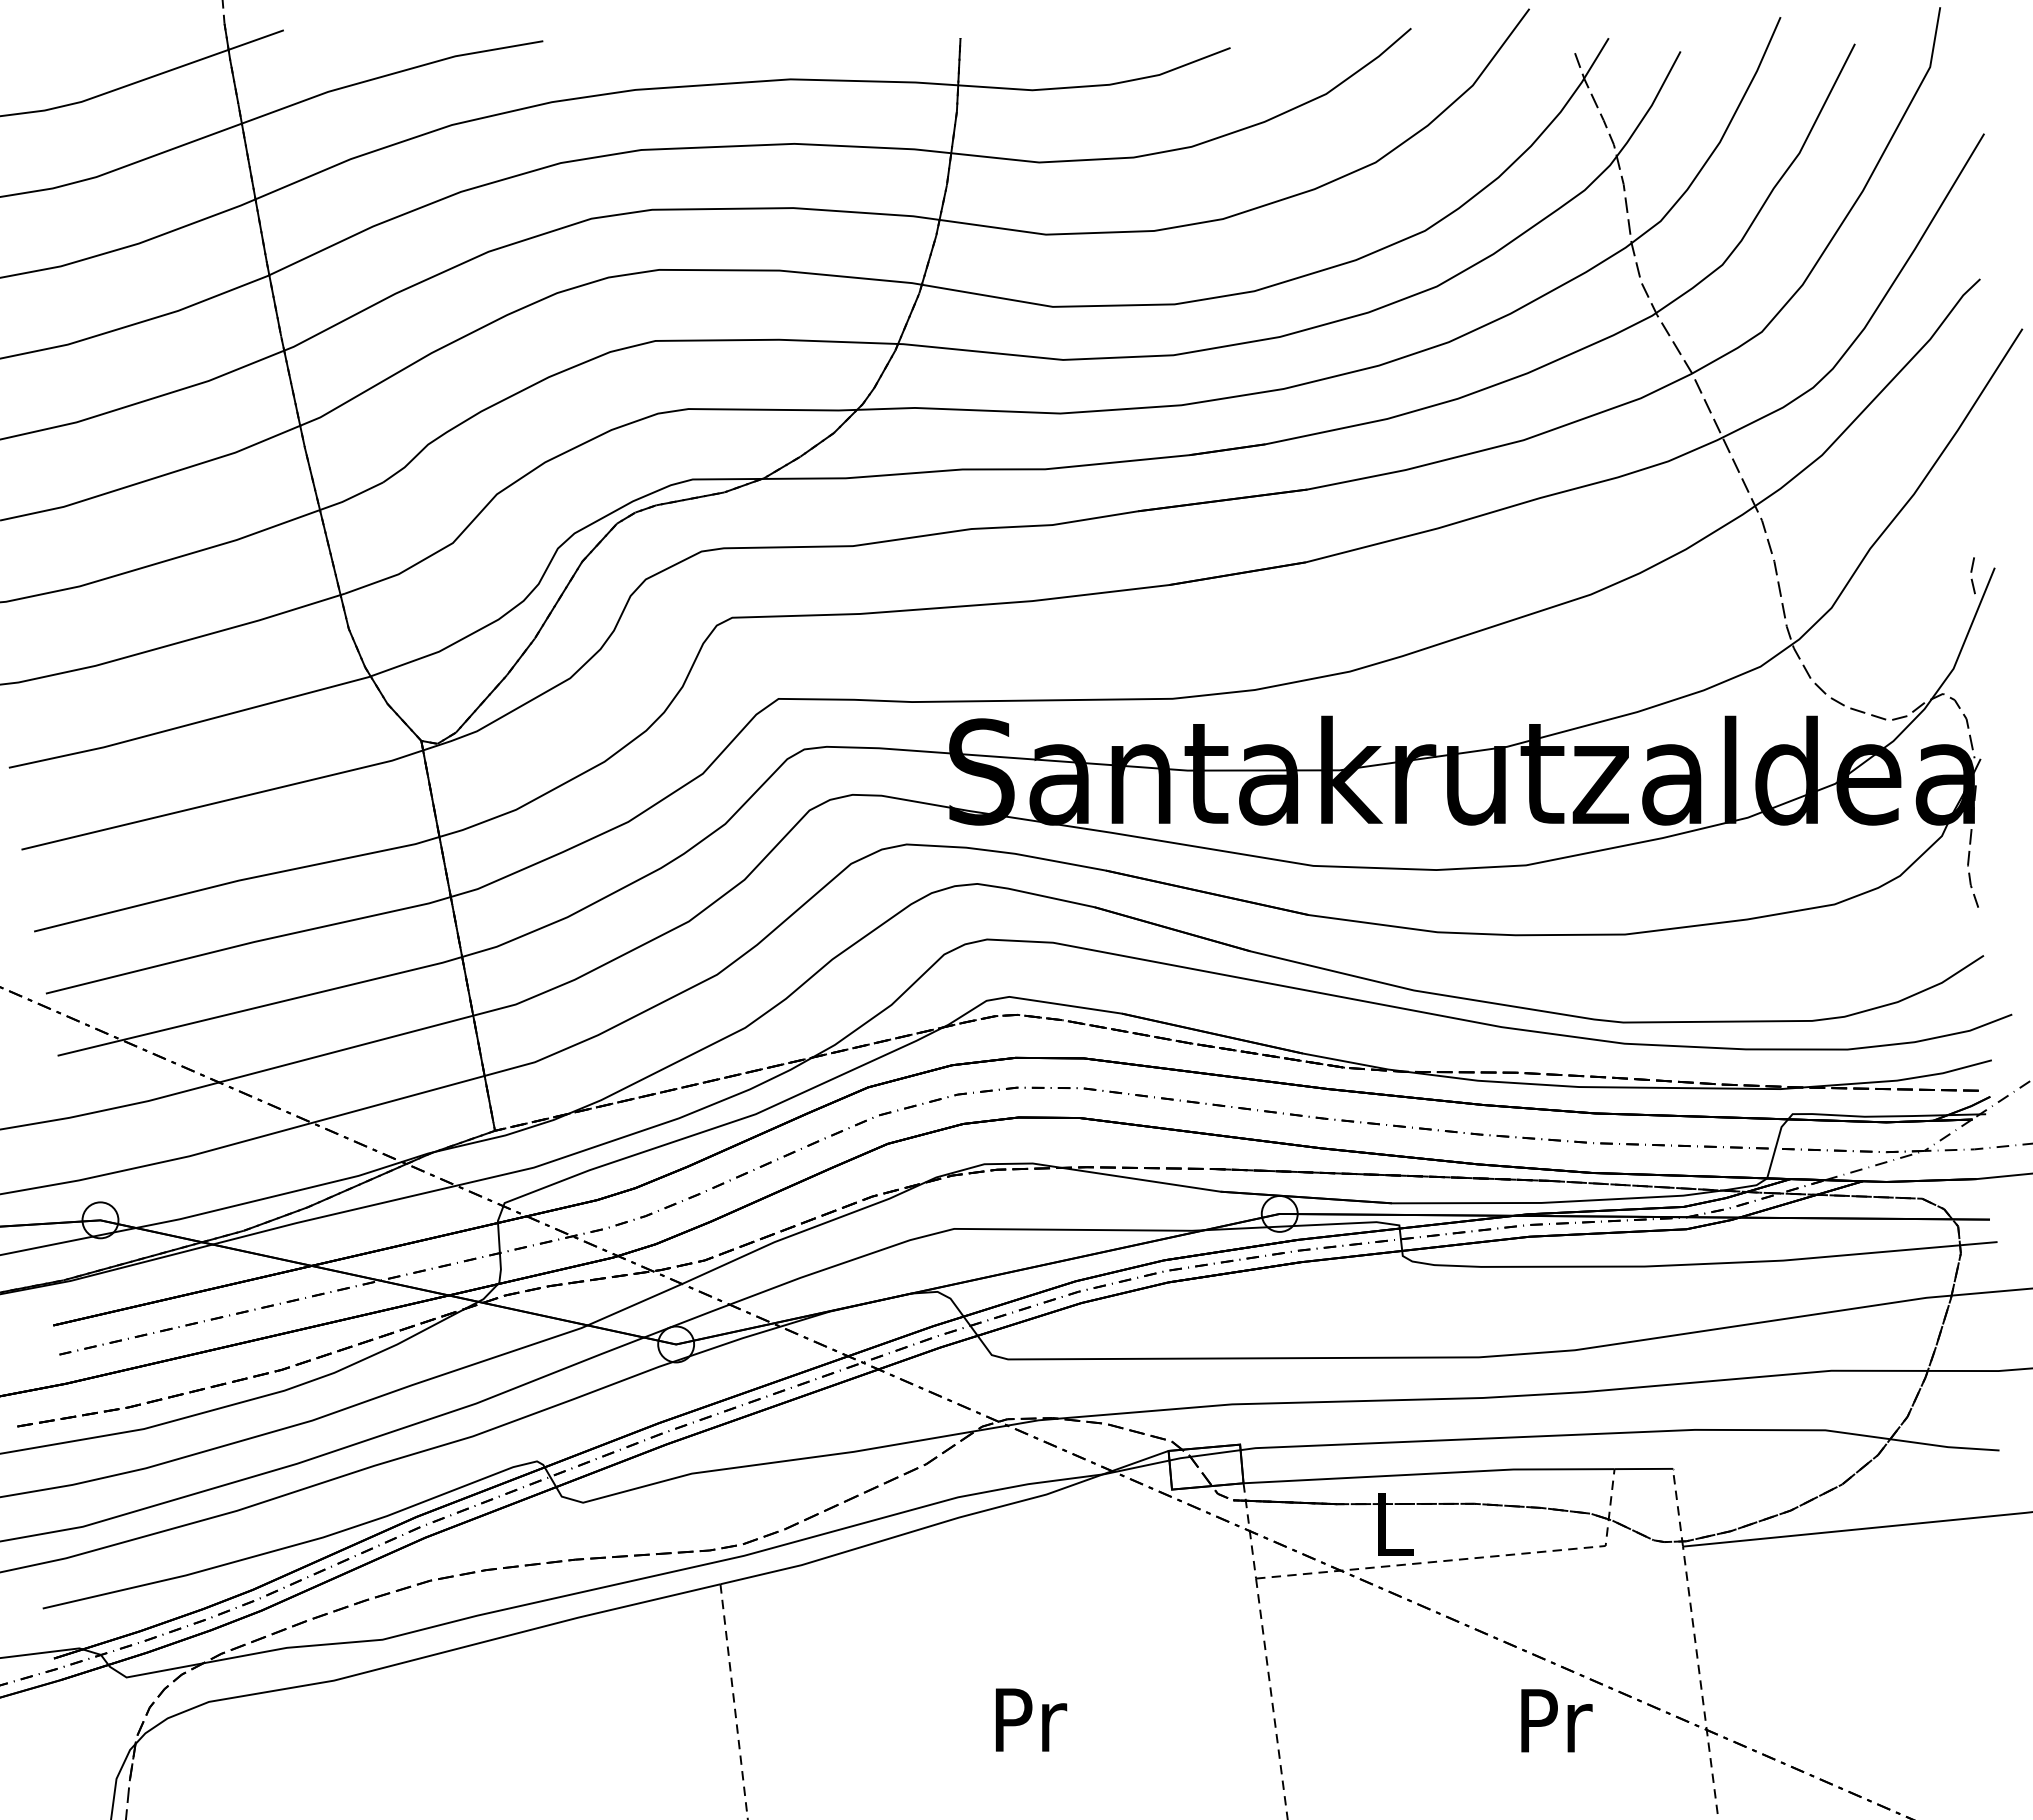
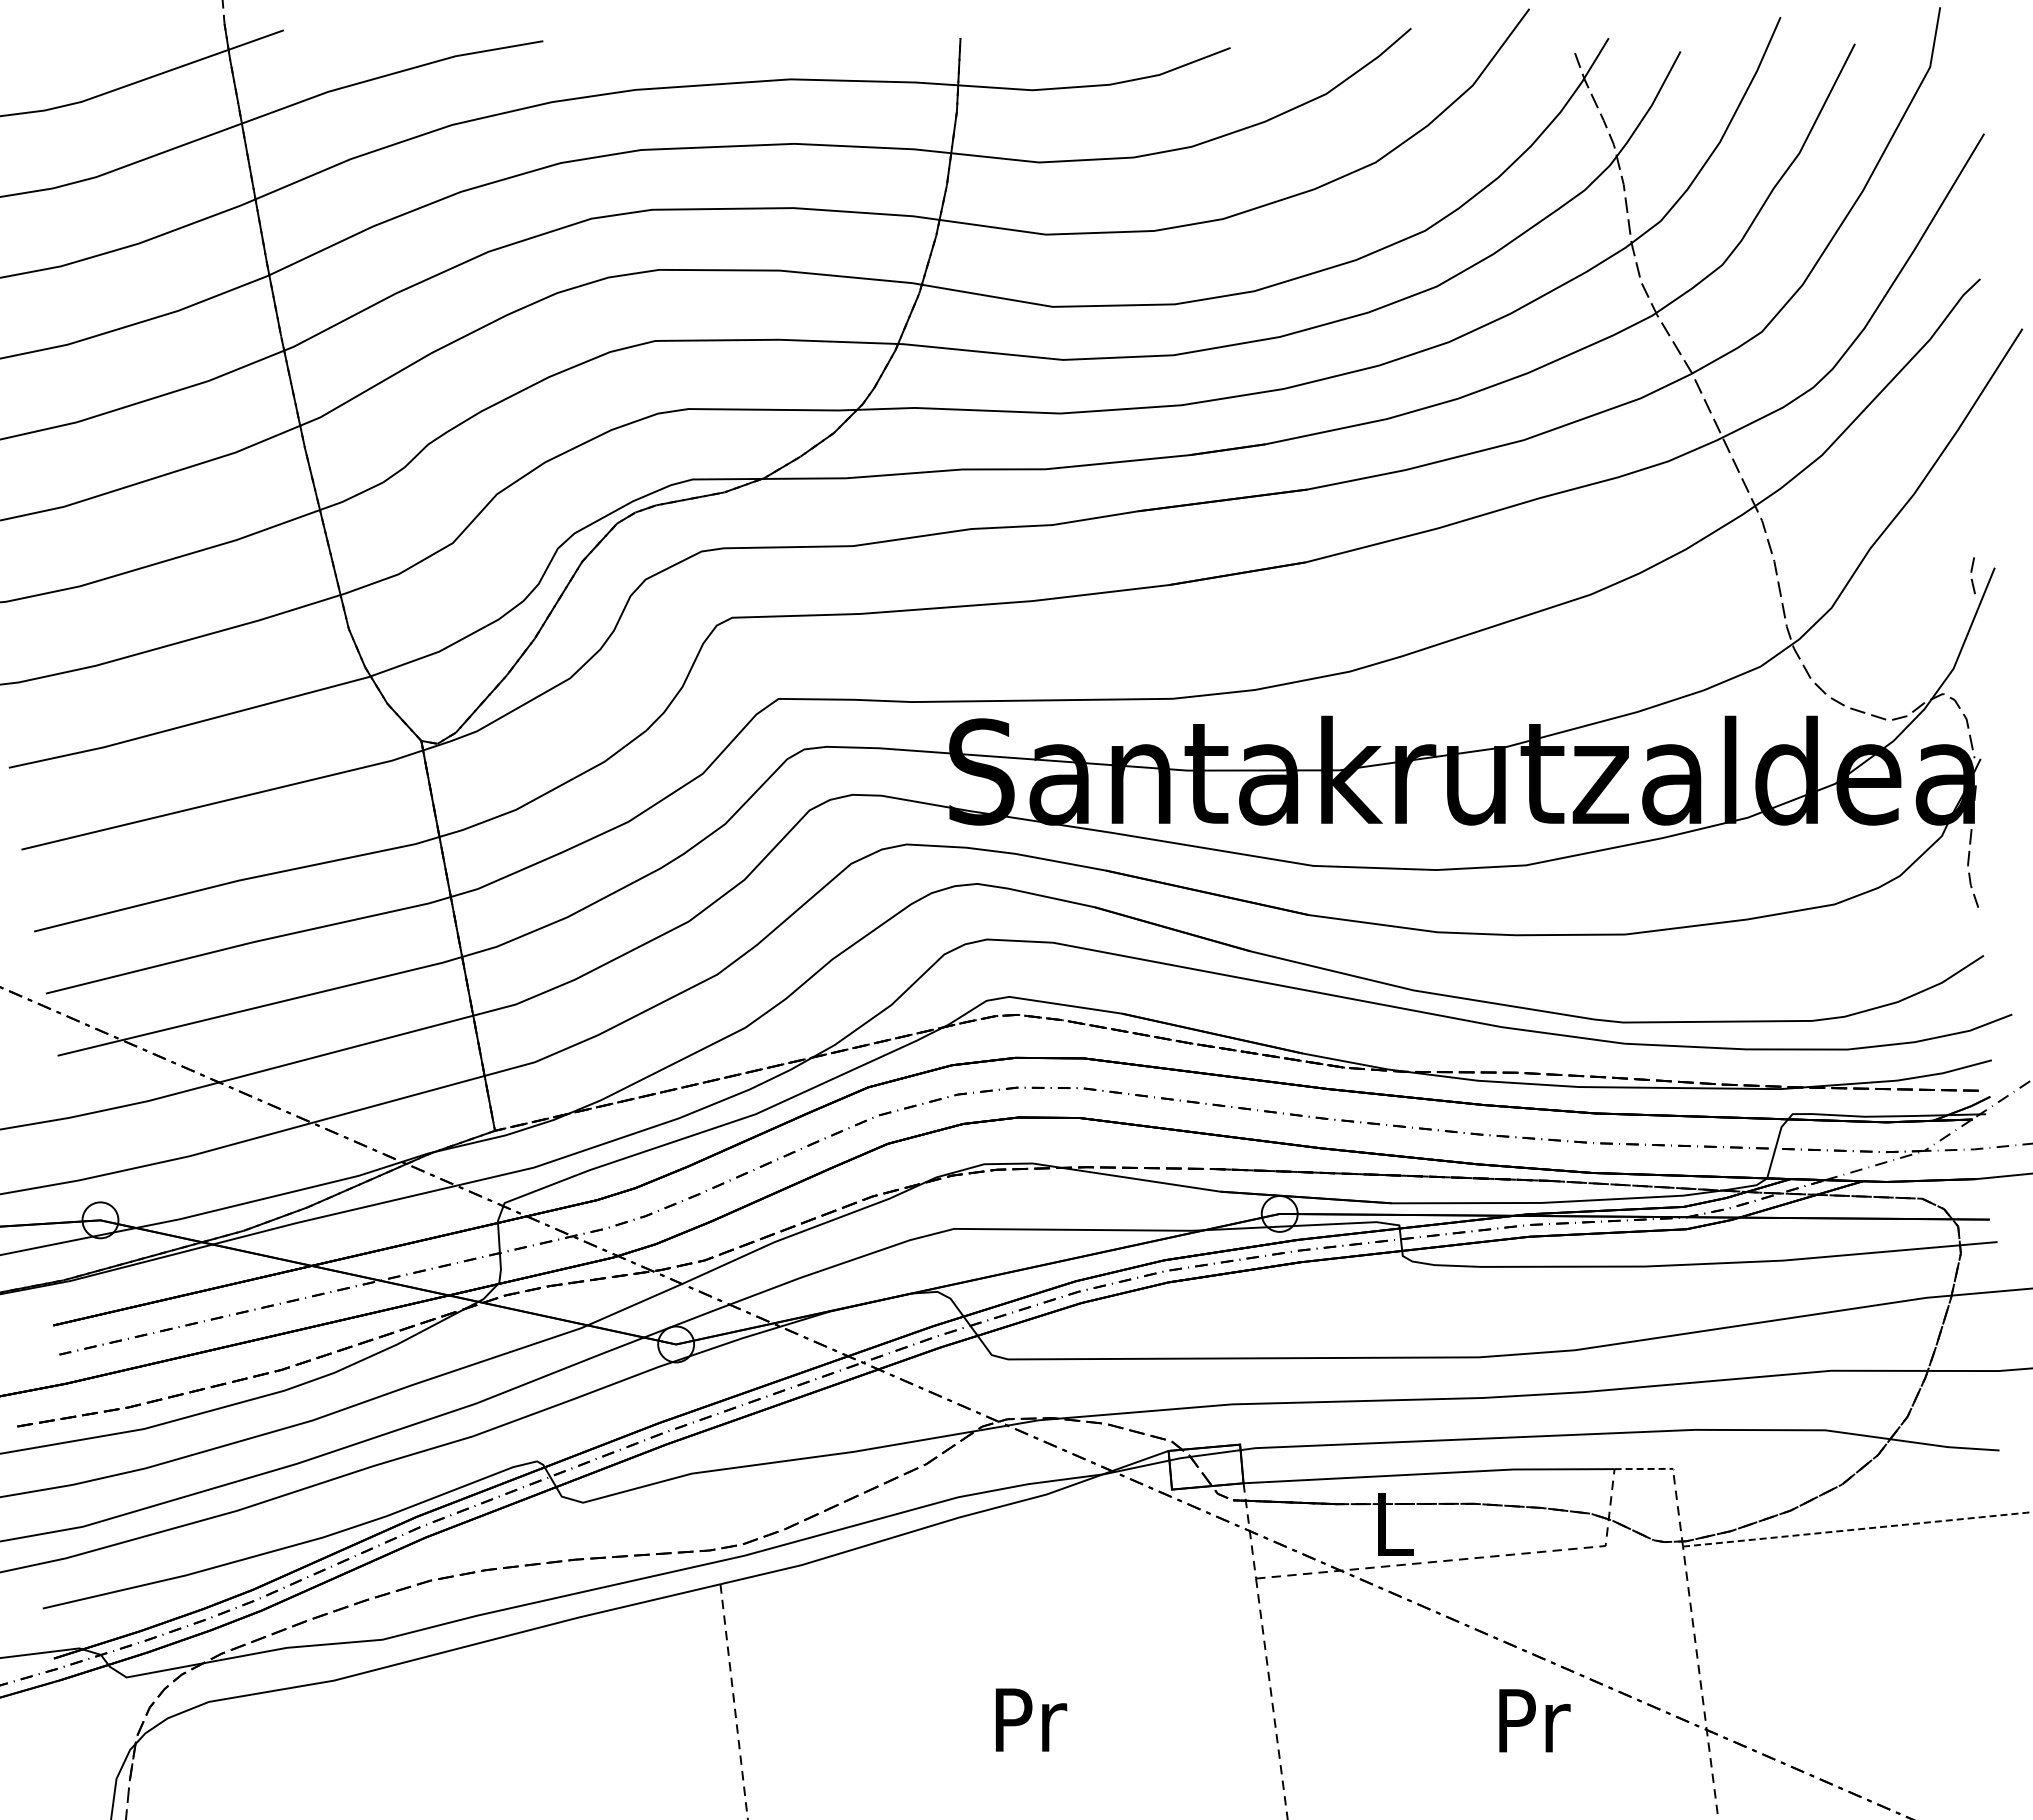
line at (1644, 1469): solid -> dashed
line at (1858, 1529): solid -> dashed
text at (1556, 1720) position: (1556, 1720) -> (1534, 1720)
